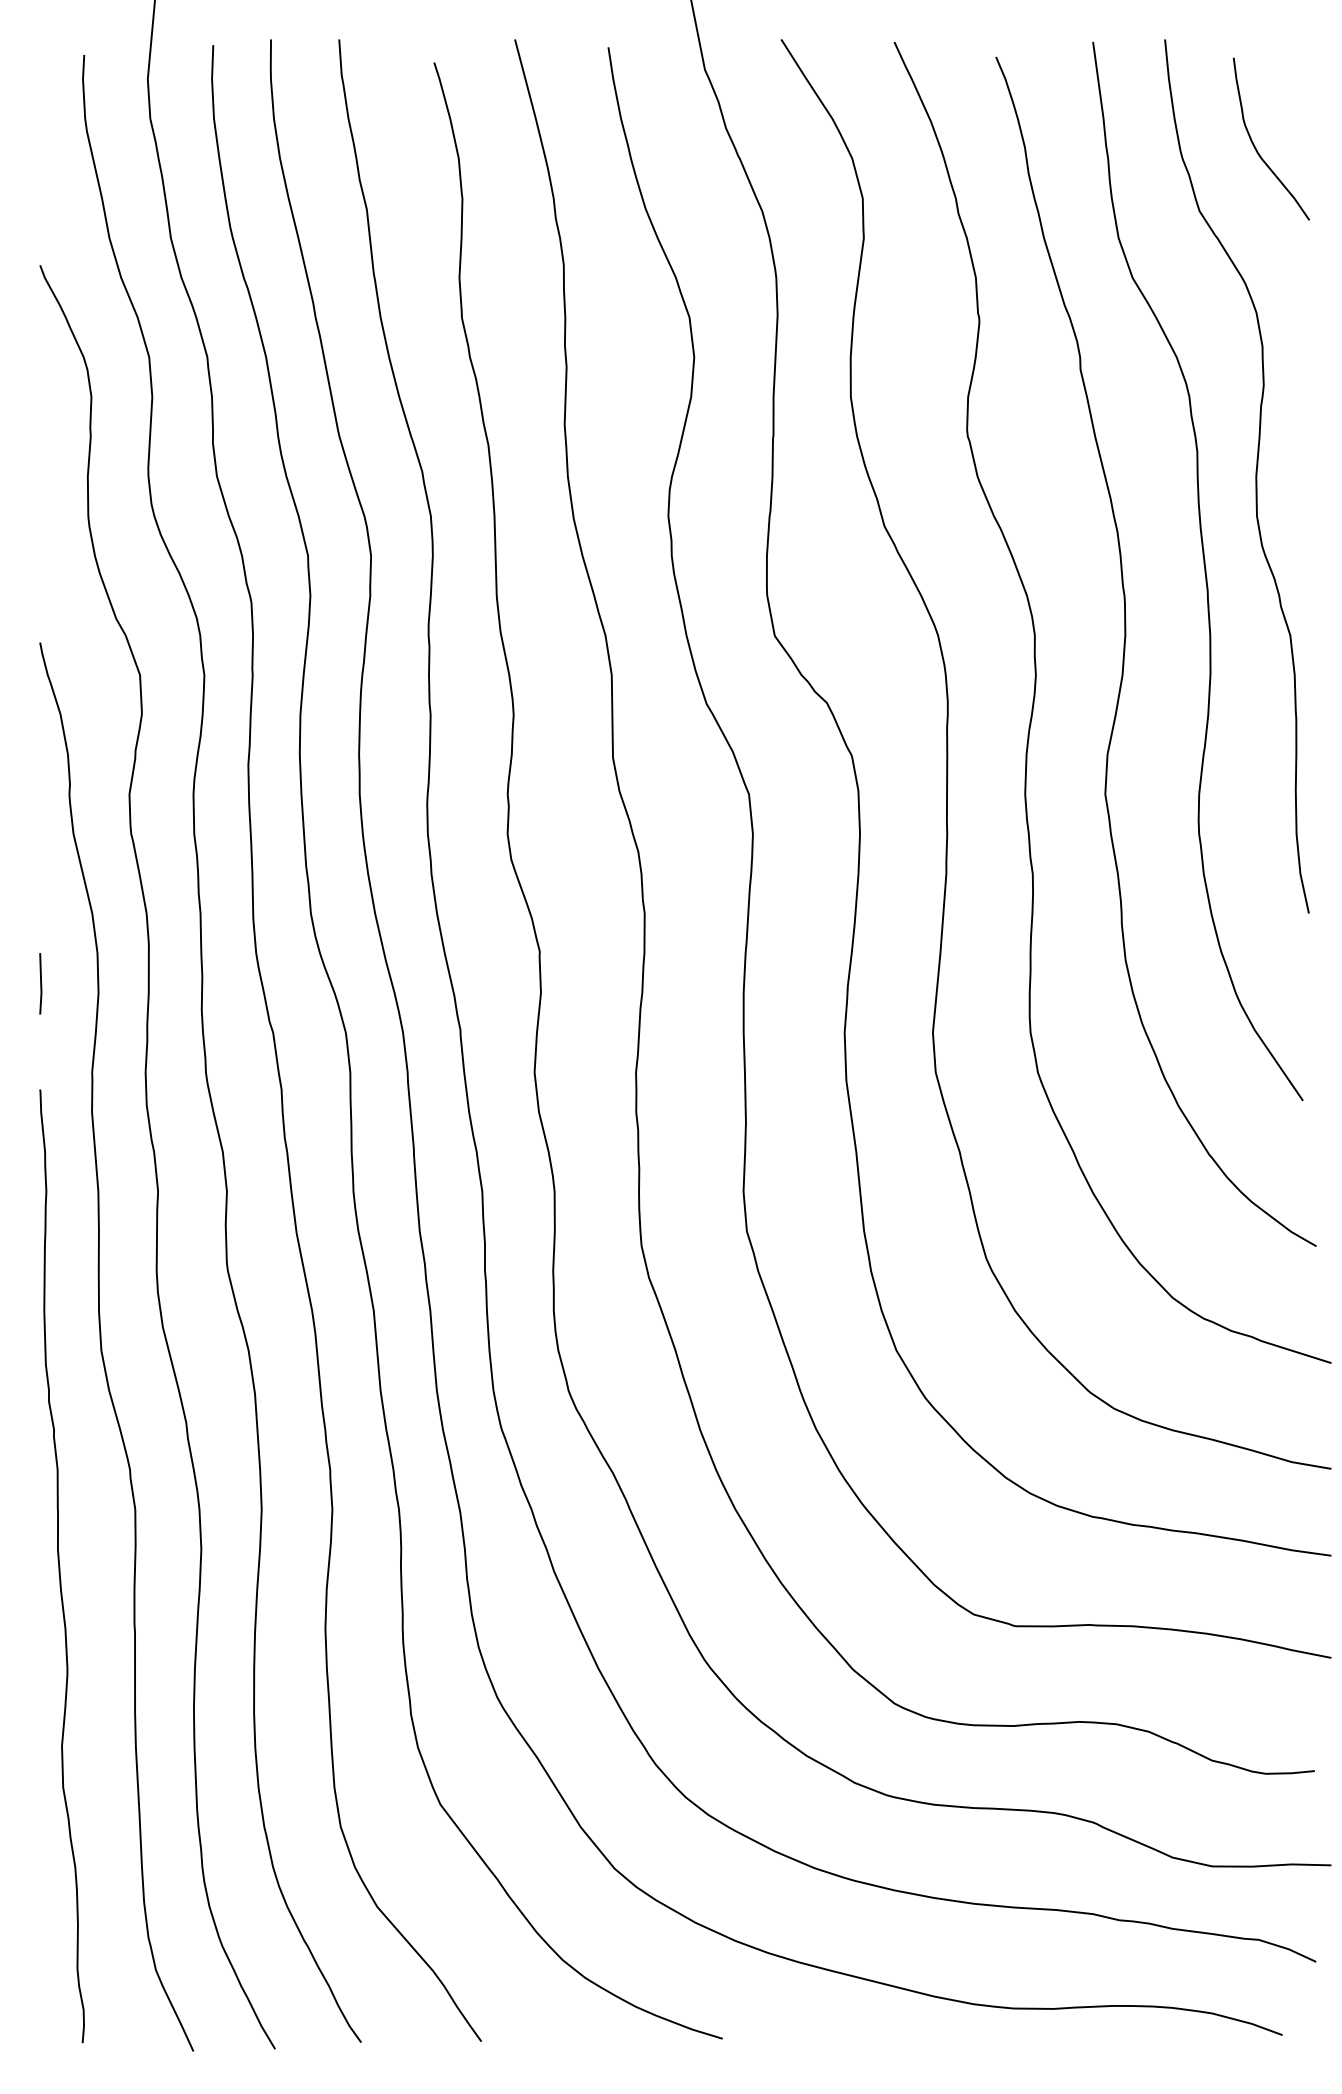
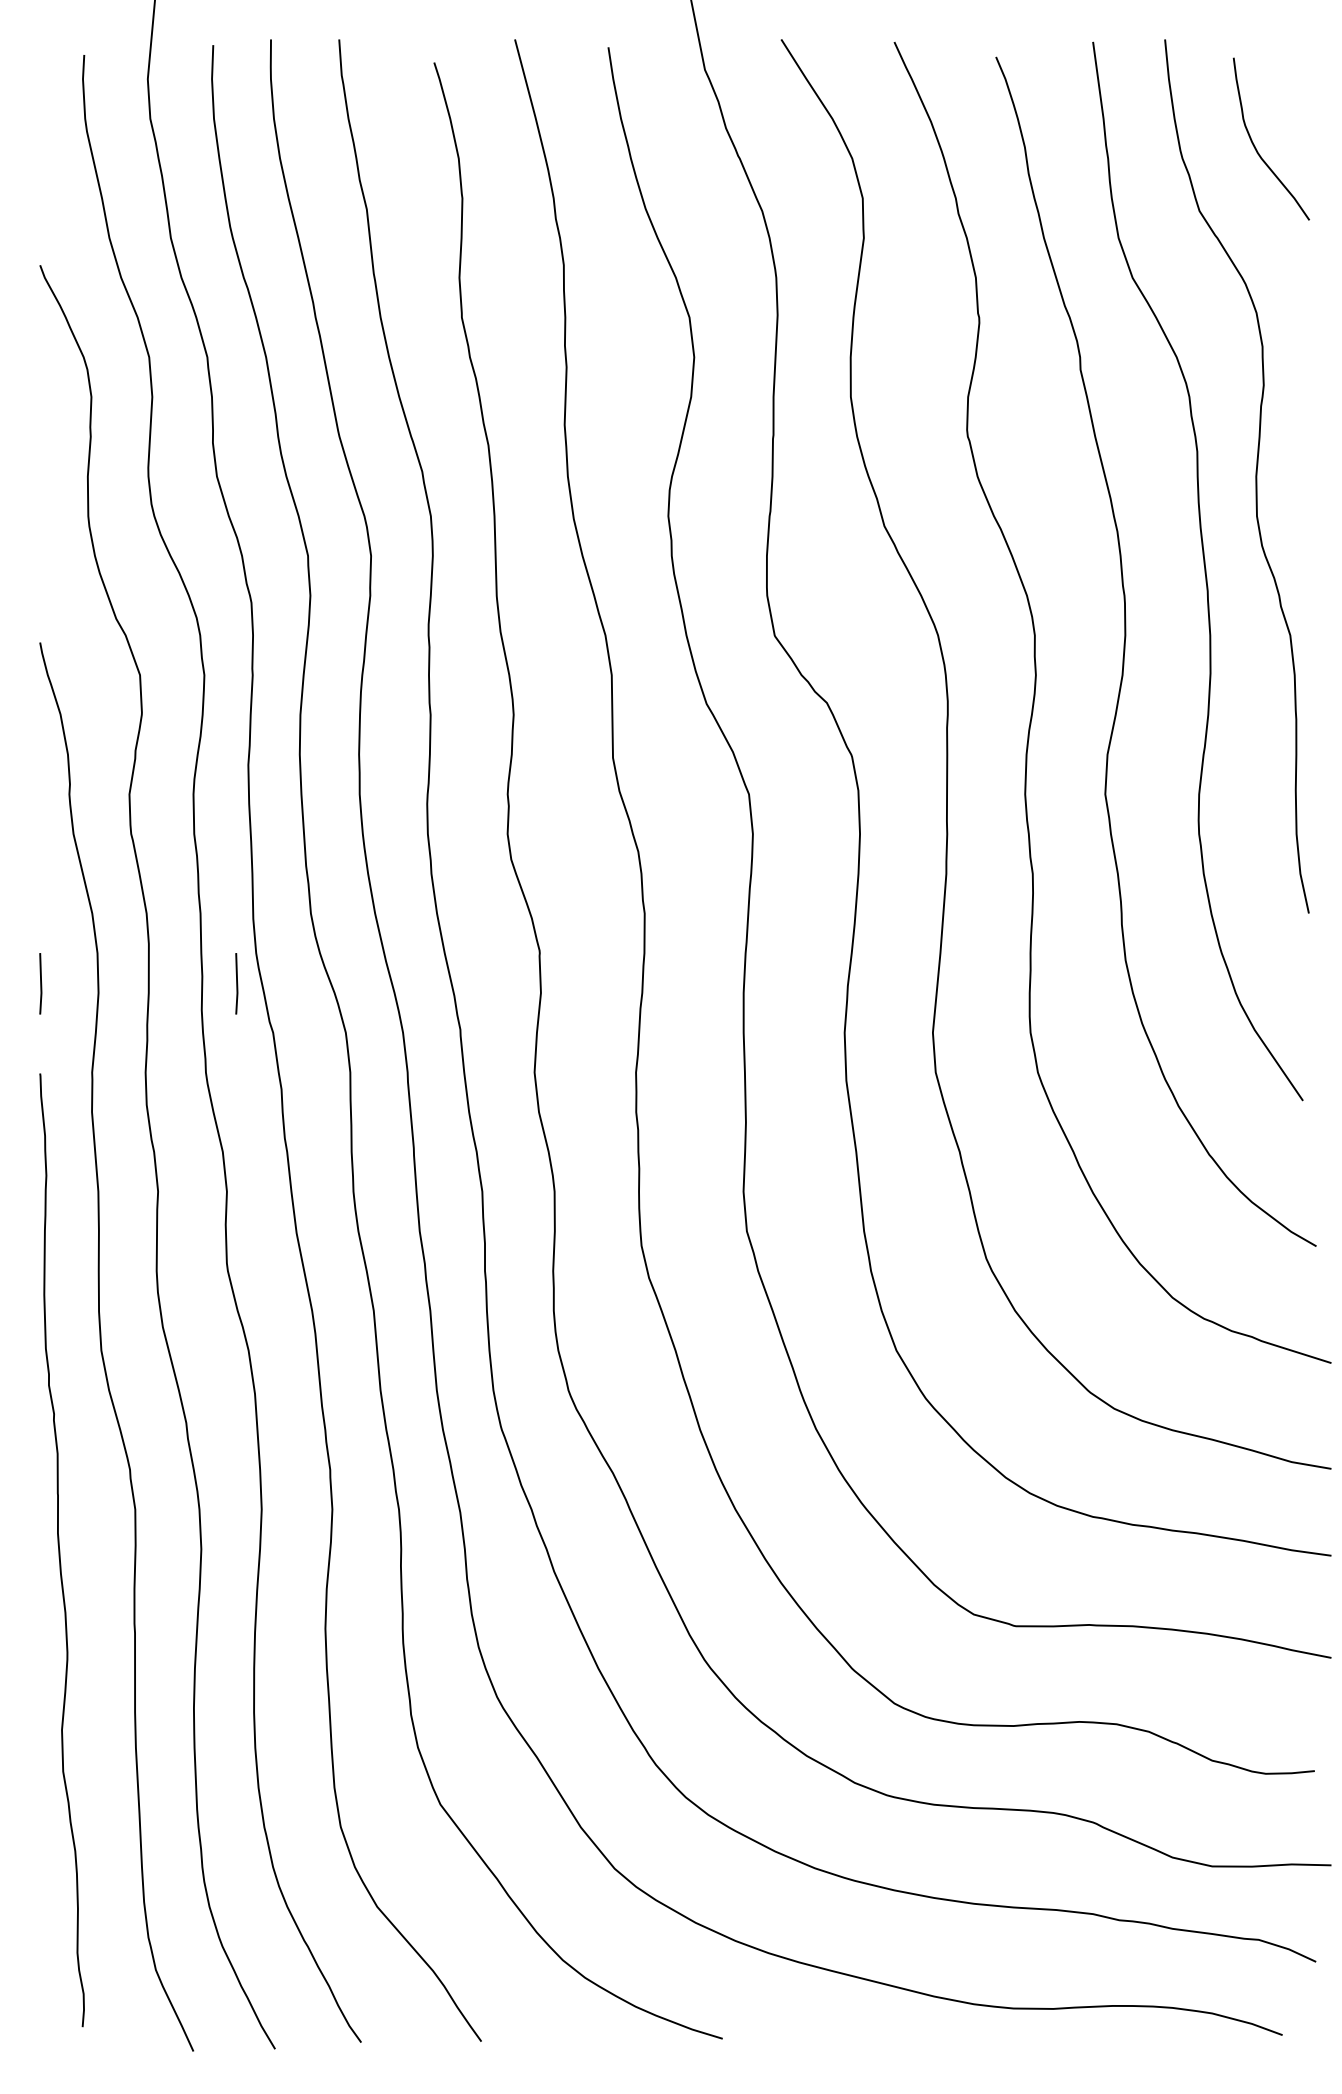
line at (236, 983): none -> present
curve at (60, 1566) position: (60, 1566) -> (60, 1550)
